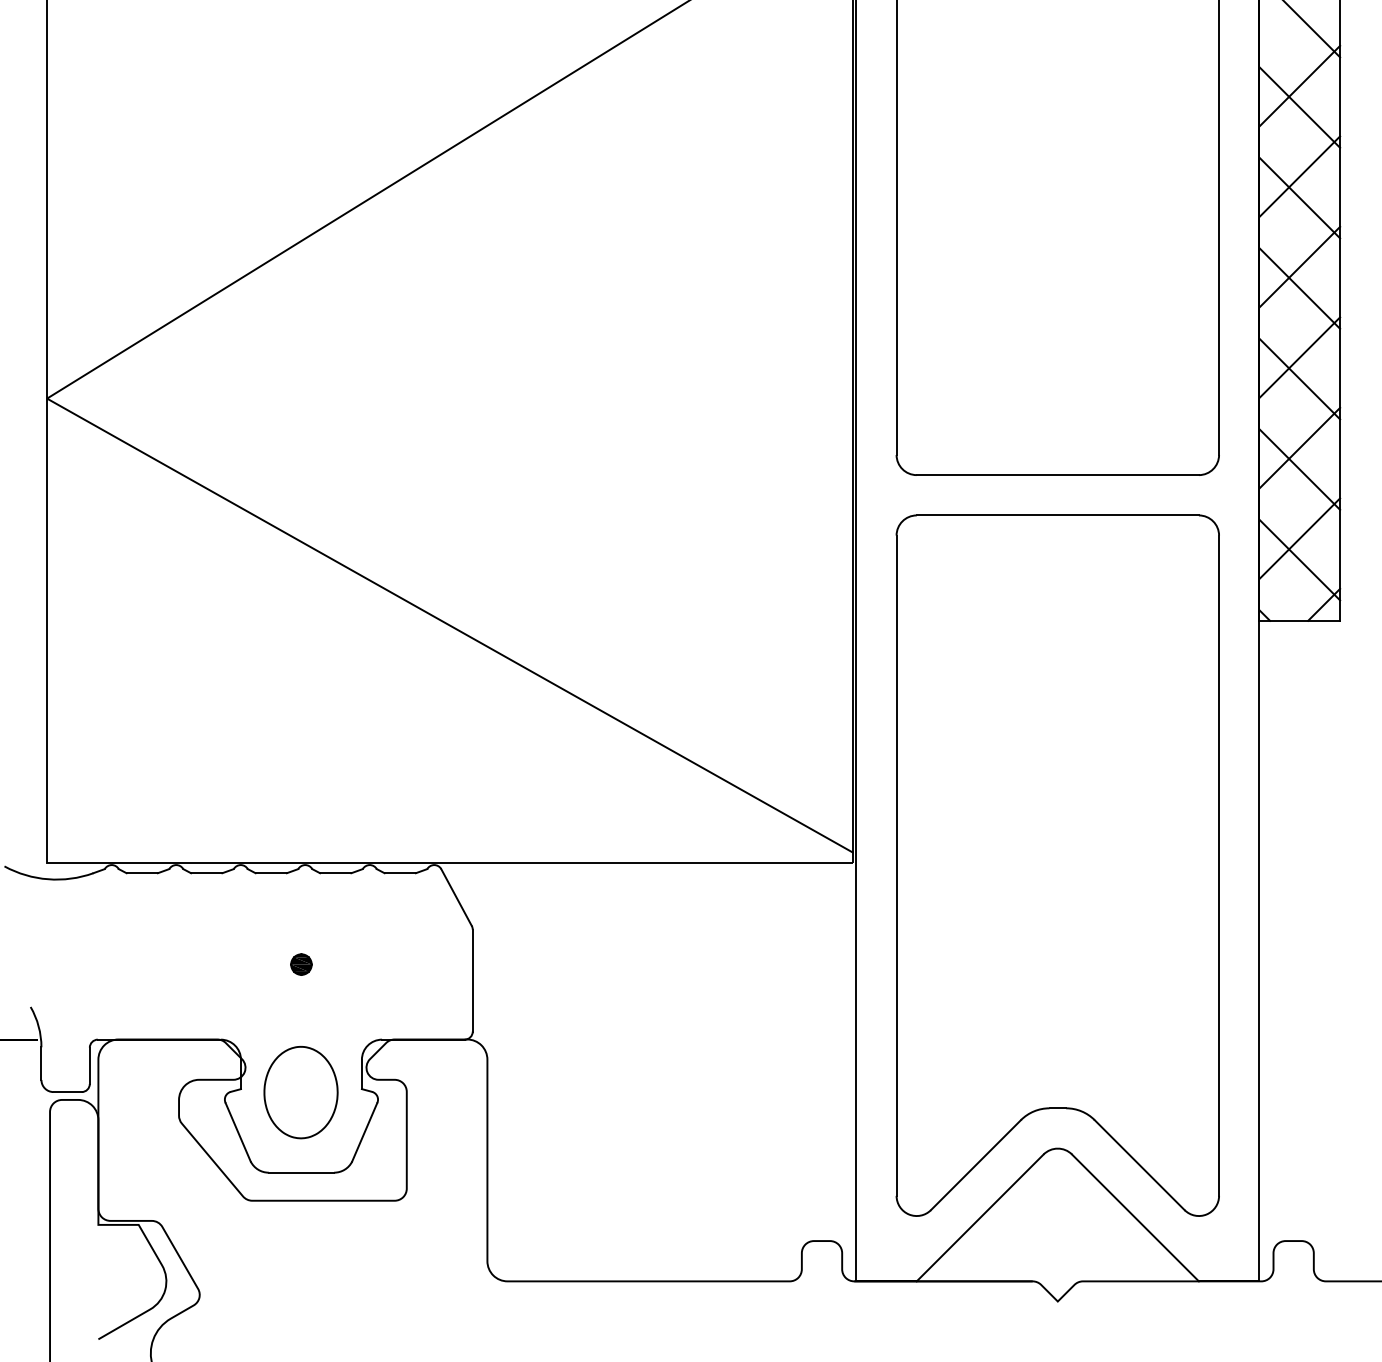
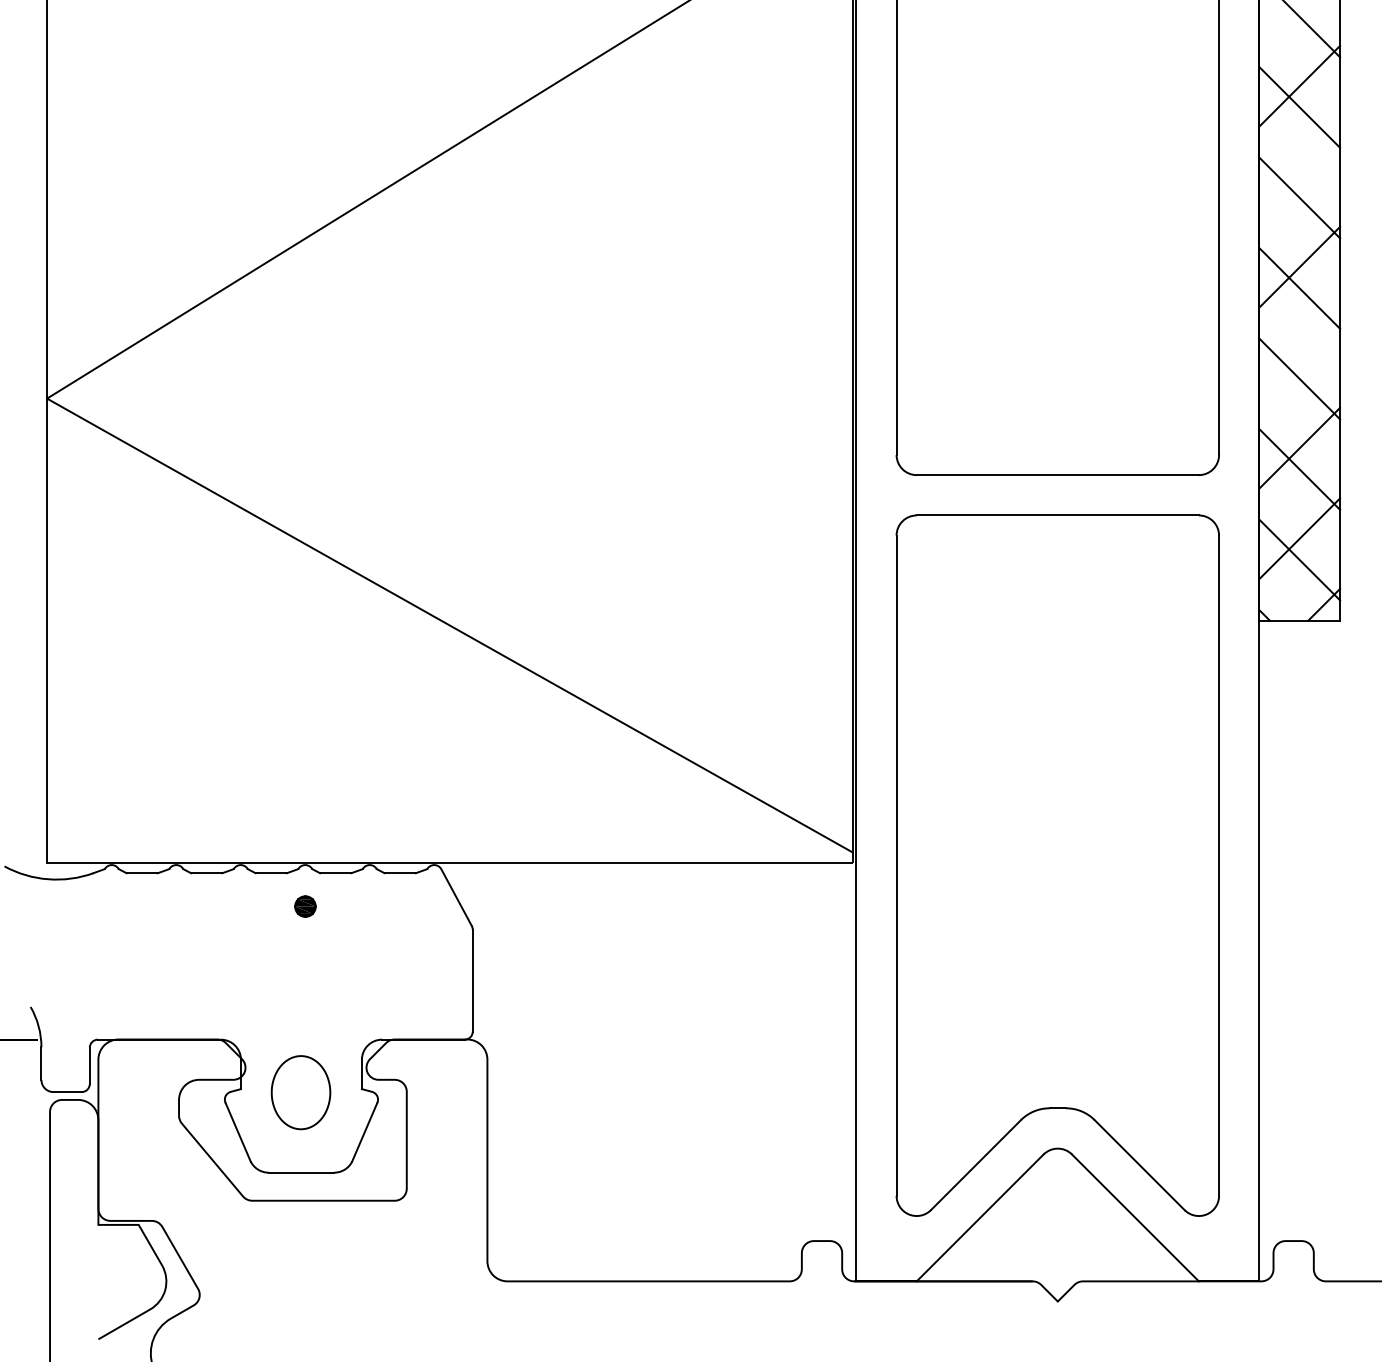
line at (1299, 176): present -> none
line at (1299, 357): present -> none
part at (301, 964) position: (301, 964) -> (305, 906)
part at (300, 1092) size: 76x94 px -> 62x76 px
